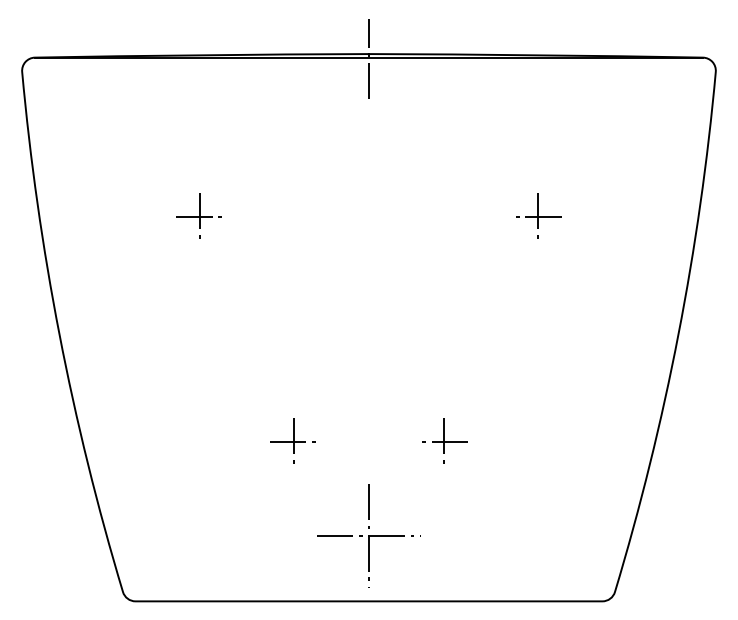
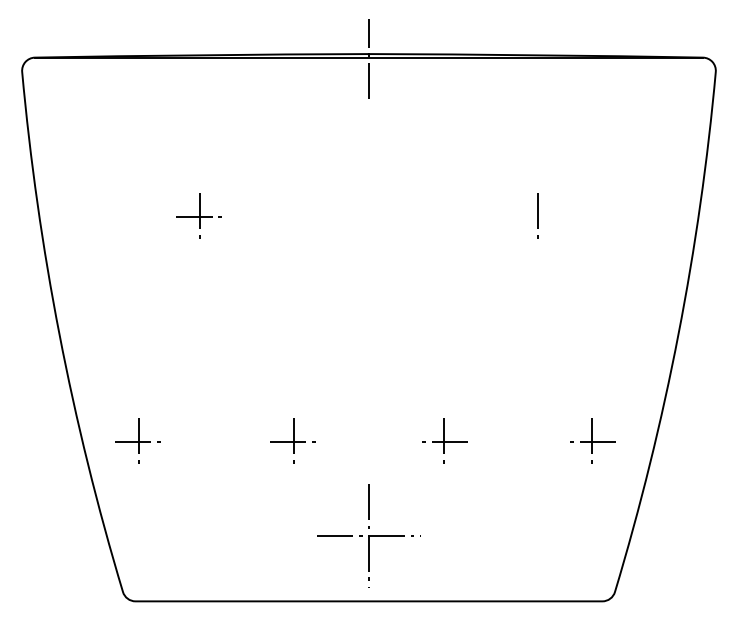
line at (537, 217): present -> none
part at (137, 440): none -> present
part at (592, 440): none -> present
